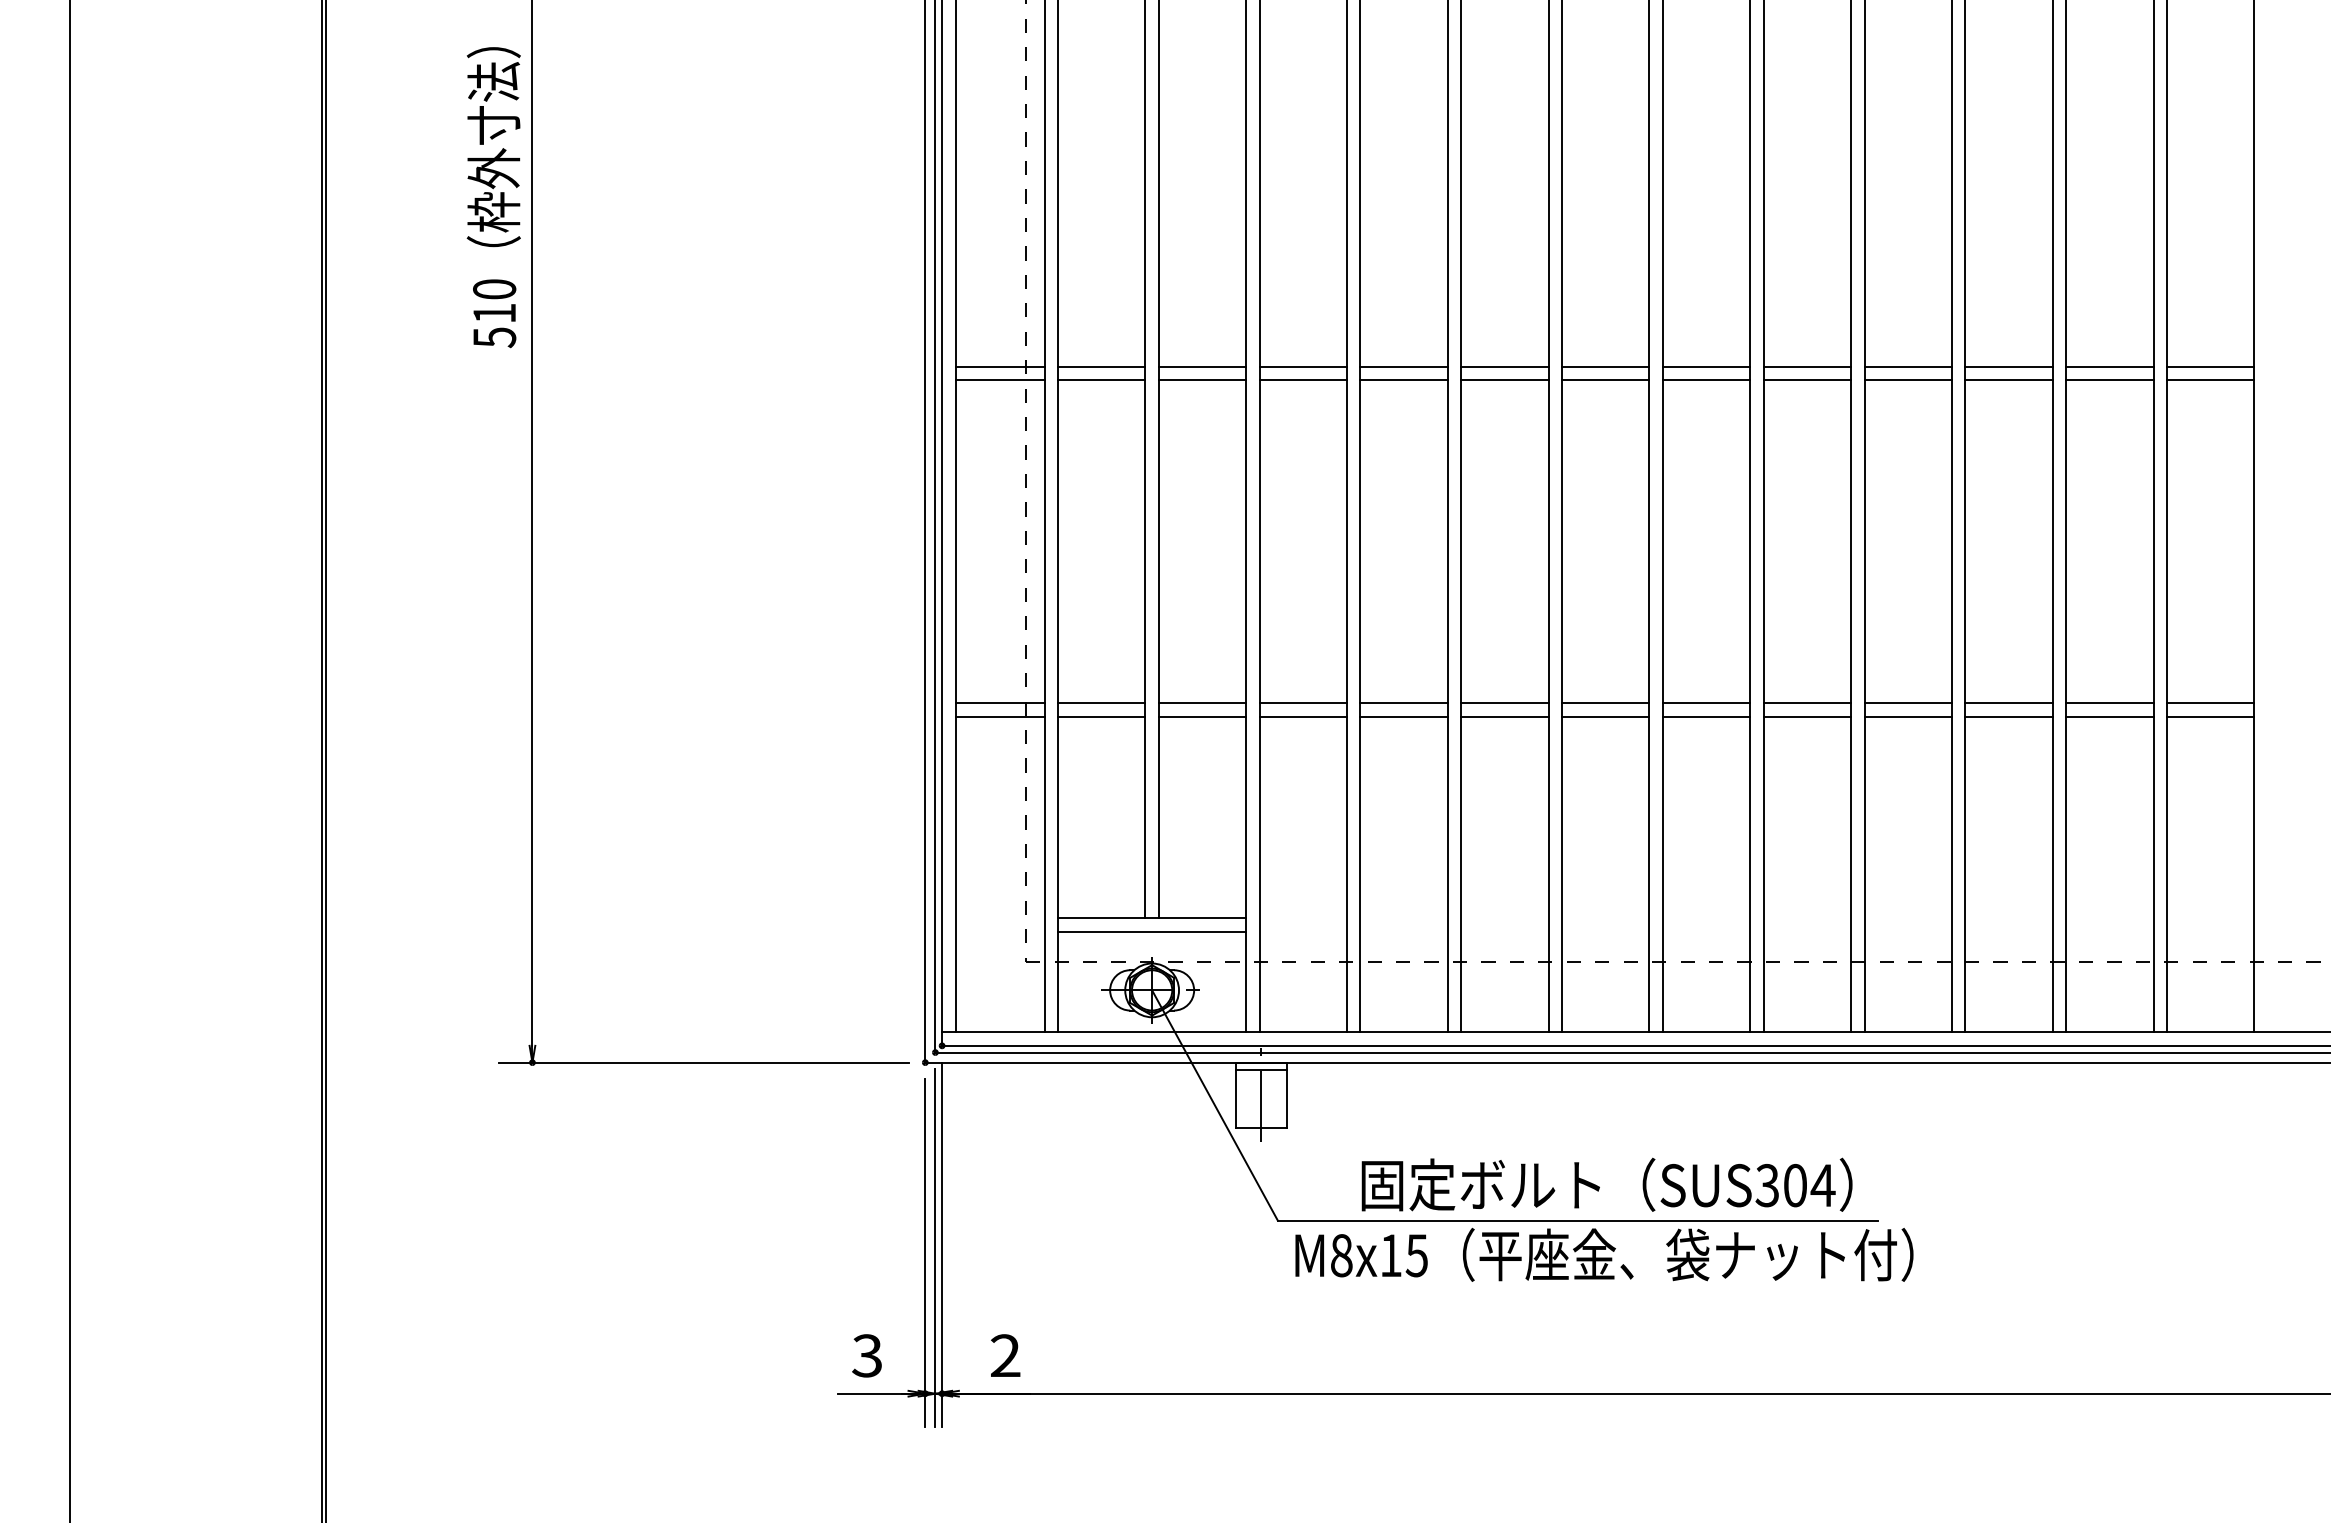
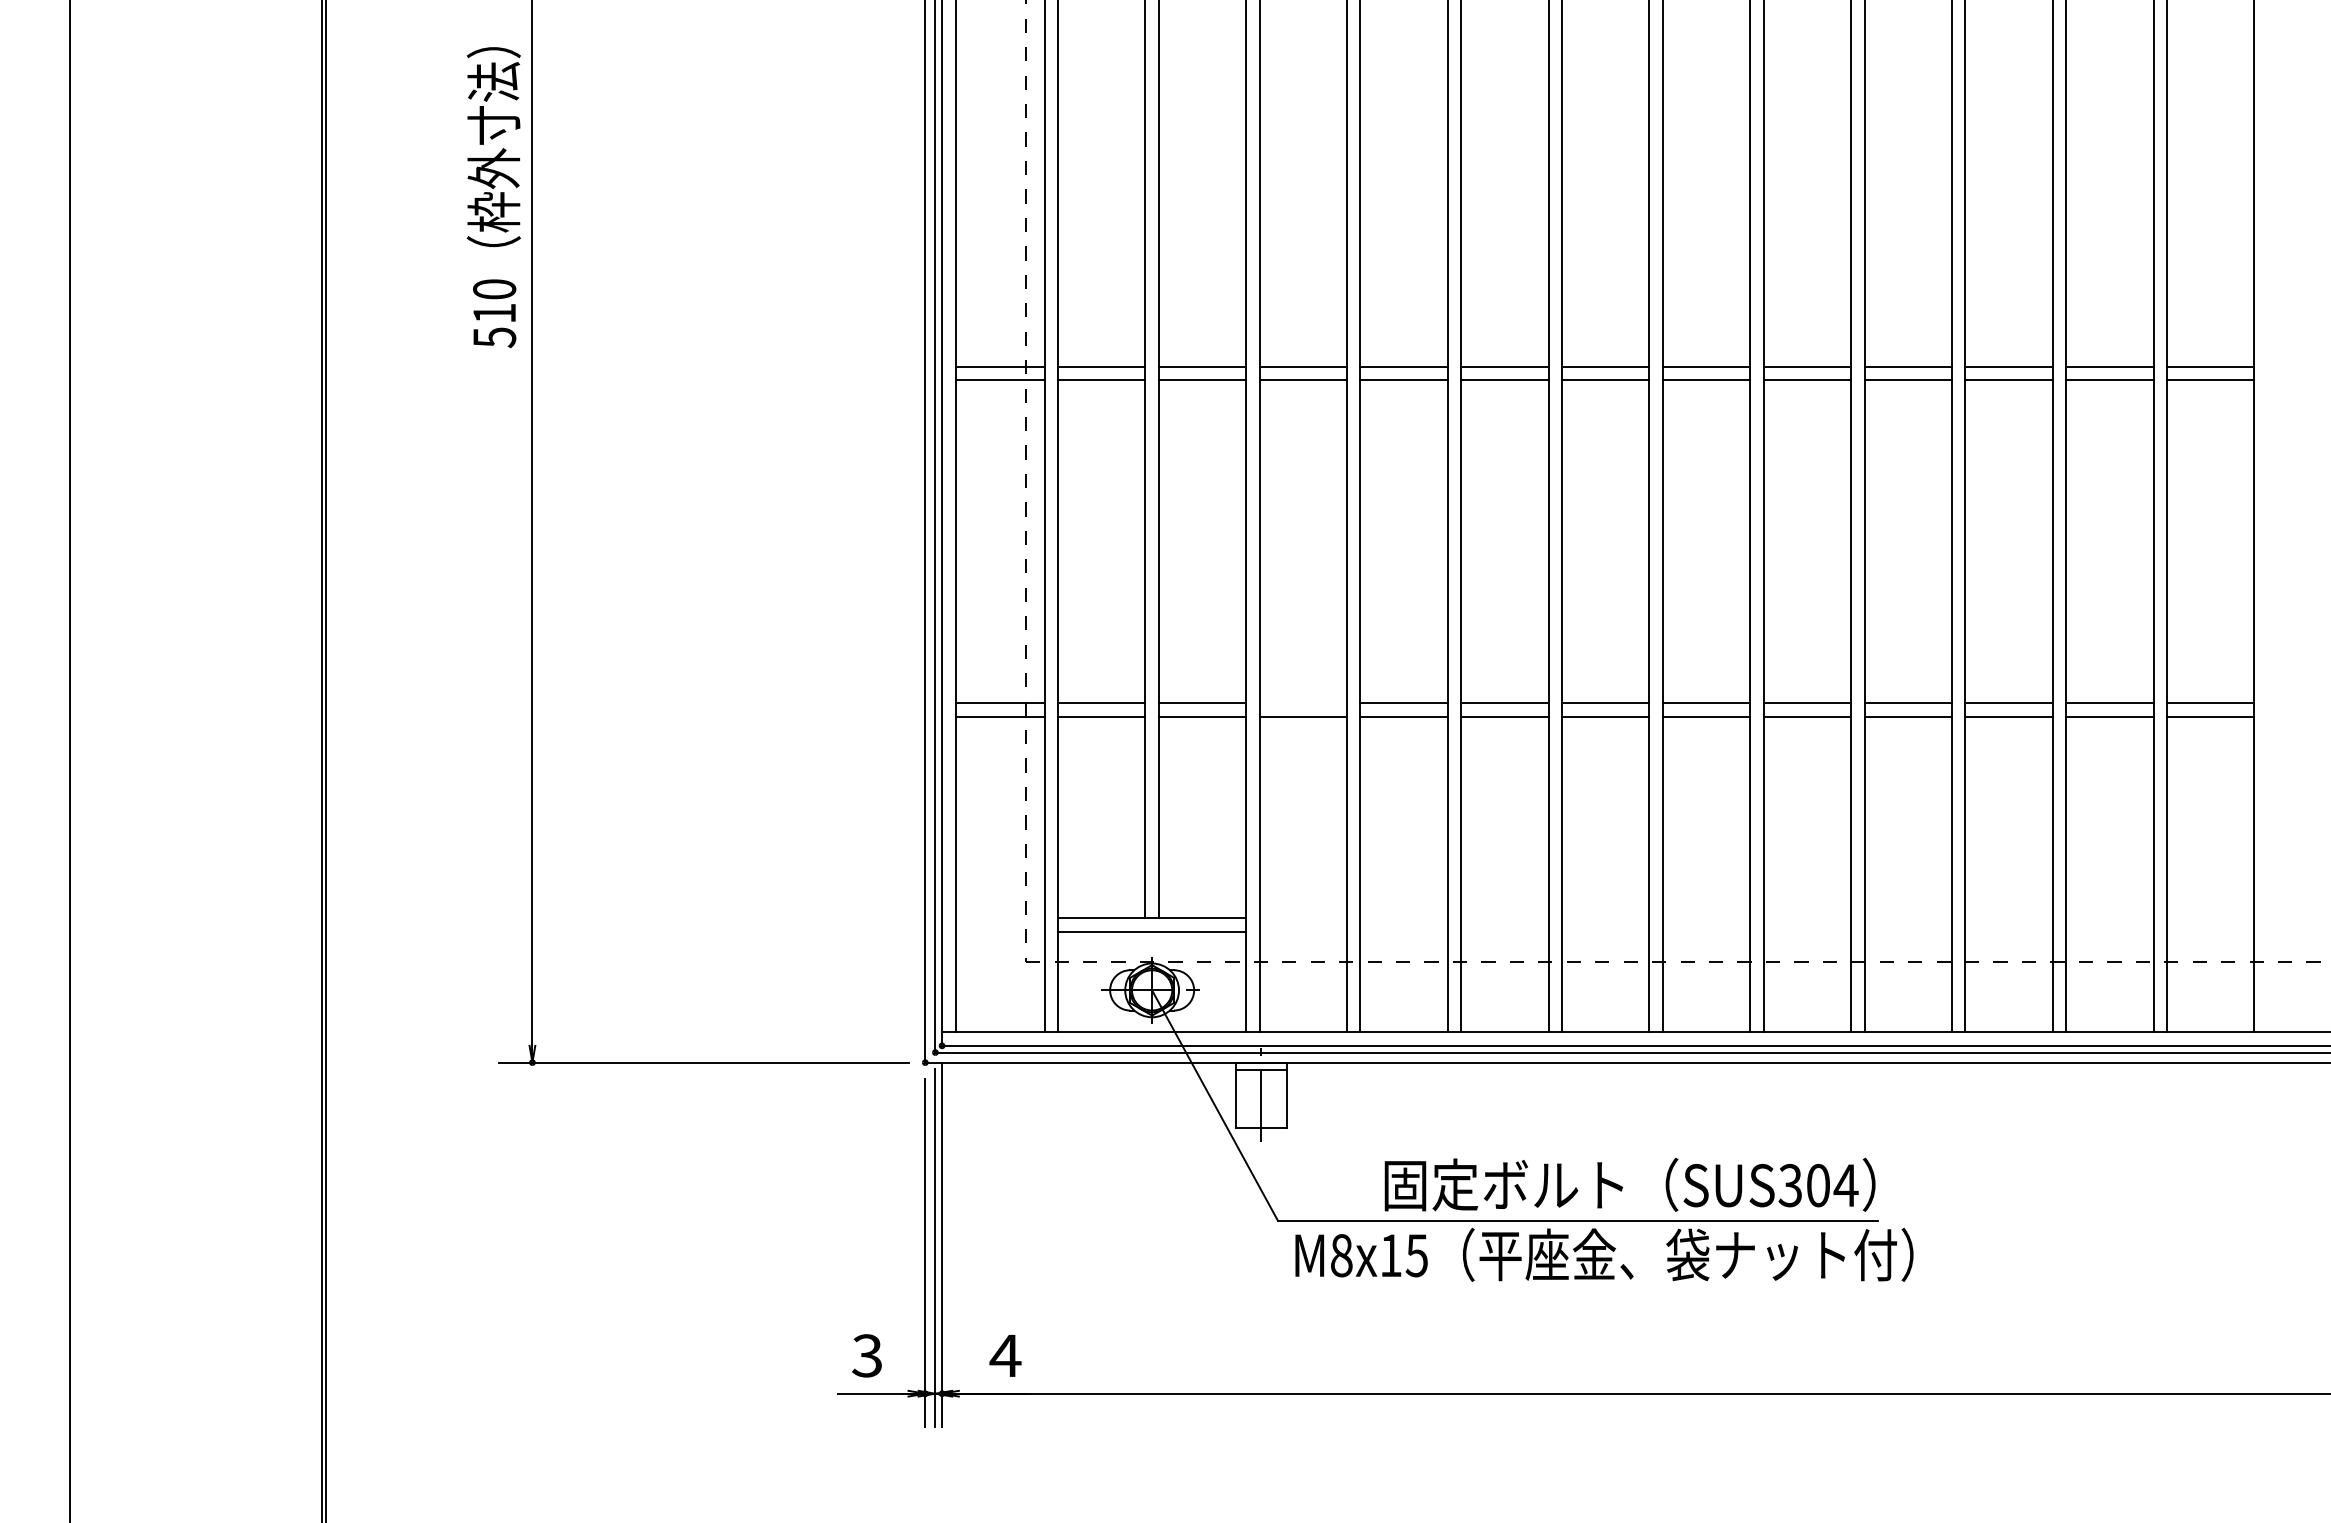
line at (1303, 703): present -> none
text at (1606, 1184) position: (1606, 1184) -> (1629, 1184)
text at (1005, 1355): 2 -> 4
